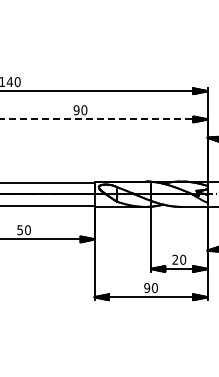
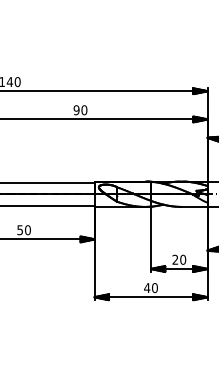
line at (104, 119): dashed -> solid
text at (147, 288): 90 -> 40
